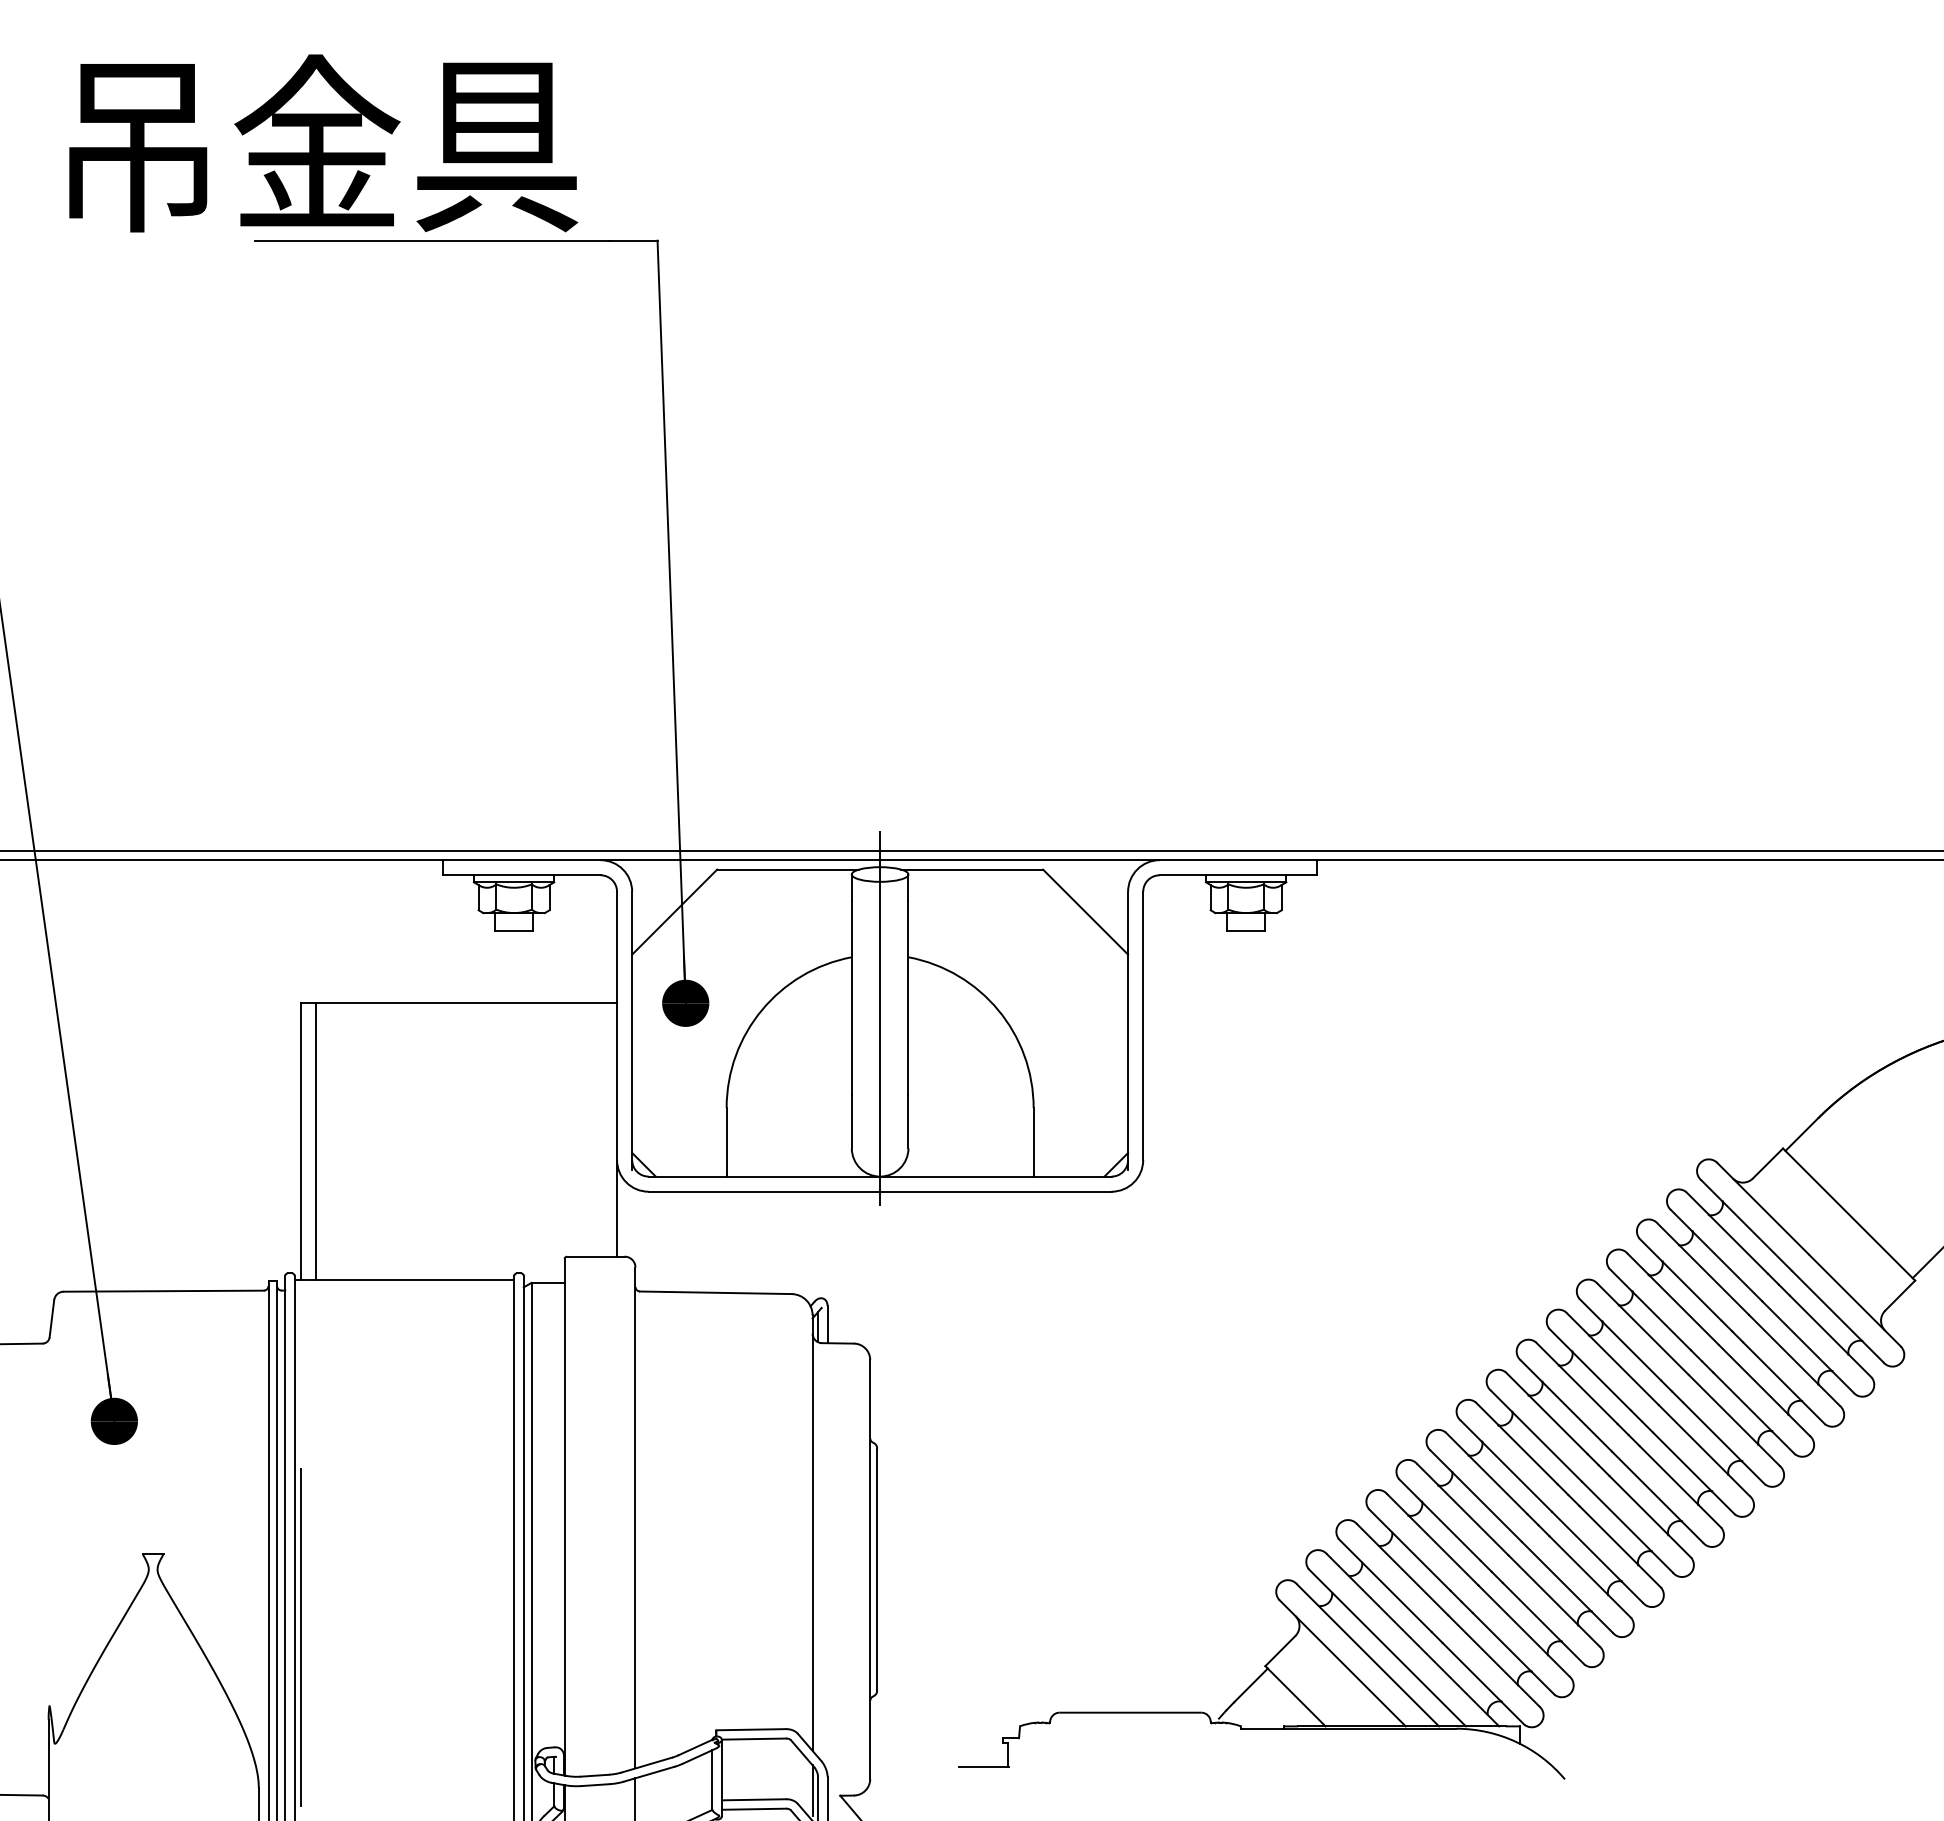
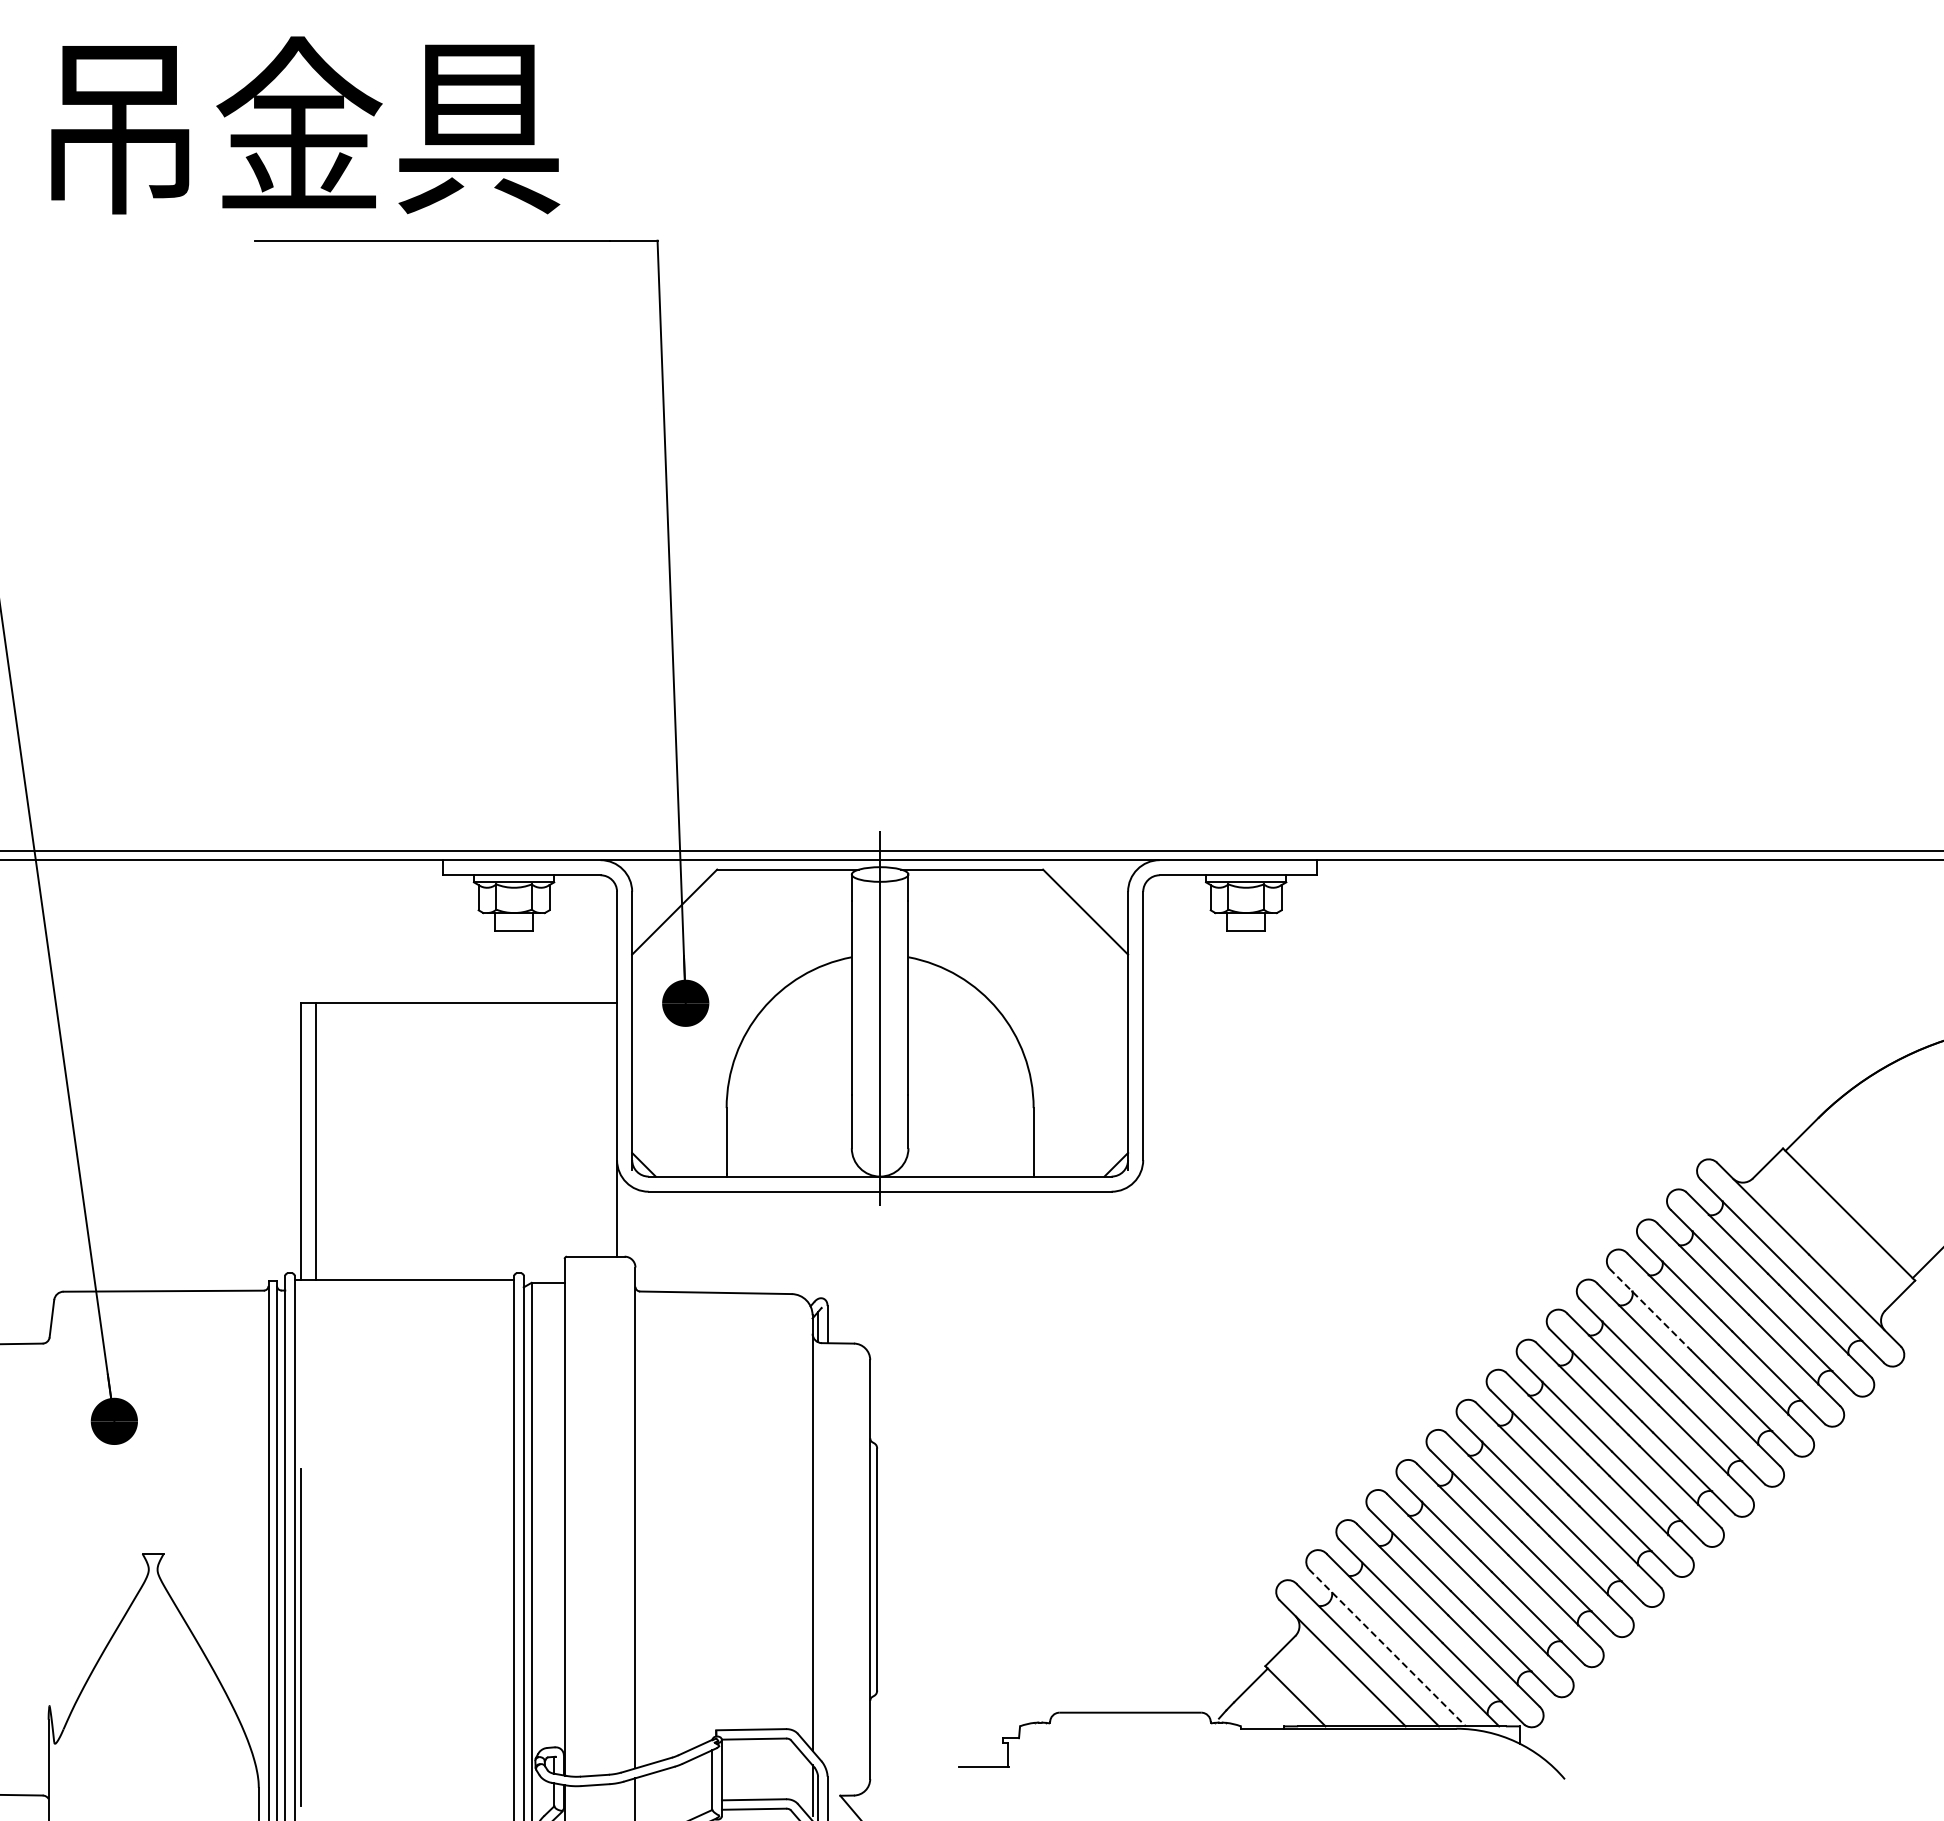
text at (323, 143) position: (323, 143) -> (305, 125)
line at (1650, 1309): solid -> dashed
line at (1387, 1648): solid -> dashed
